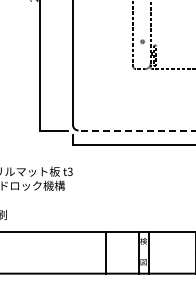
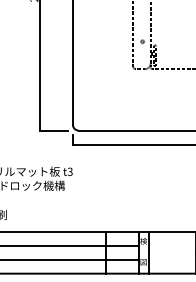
line at (136, 130): dashed -> solid
line at (70, 245): none -> present
line at (70, 259): none -> present
